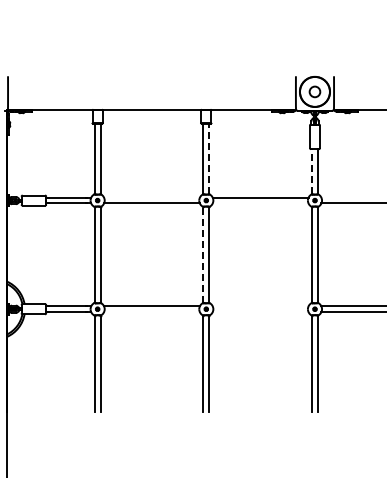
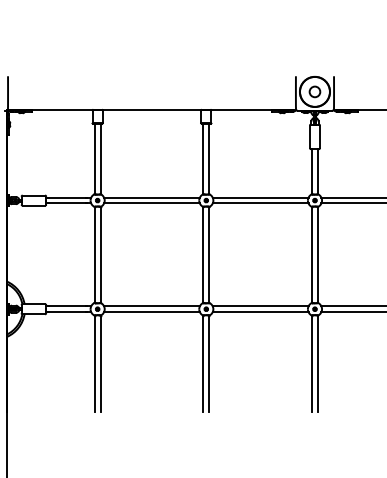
line at (209, 158): dashed -> solid
line at (312, 171): dashed -> solid
line at (151, 197): none -> present
line at (352, 197): none -> present
line at (260, 203): none -> present
line at (203, 254): dashed -> solid
line at (260, 306): none -> present
line at (151, 312): none -> present
line at (260, 312): none -> present
